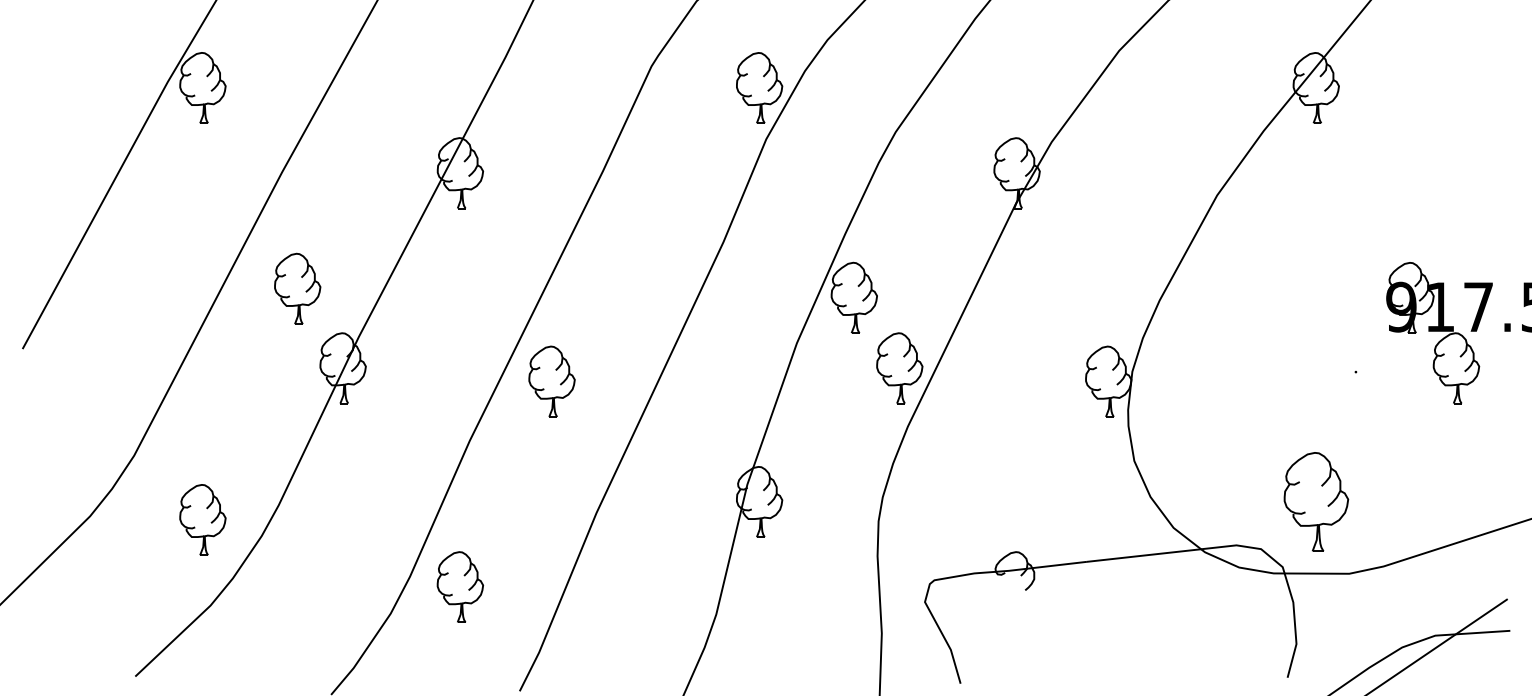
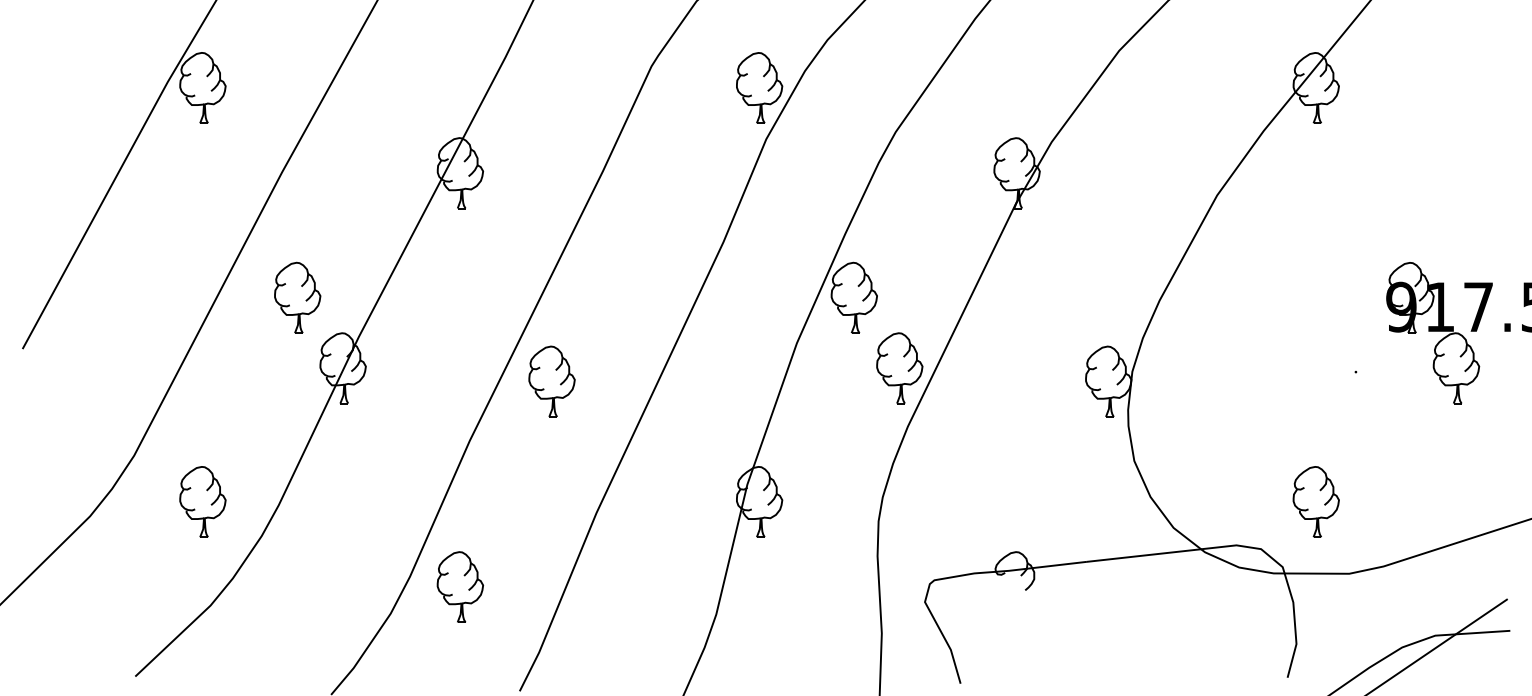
part at (297, 288) position: (297, 288) -> (297, 297)
part at (1316, 501) size: 67x100 px -> 48x72 px
part at (202, 519) position: (202, 519) -> (202, 501)
